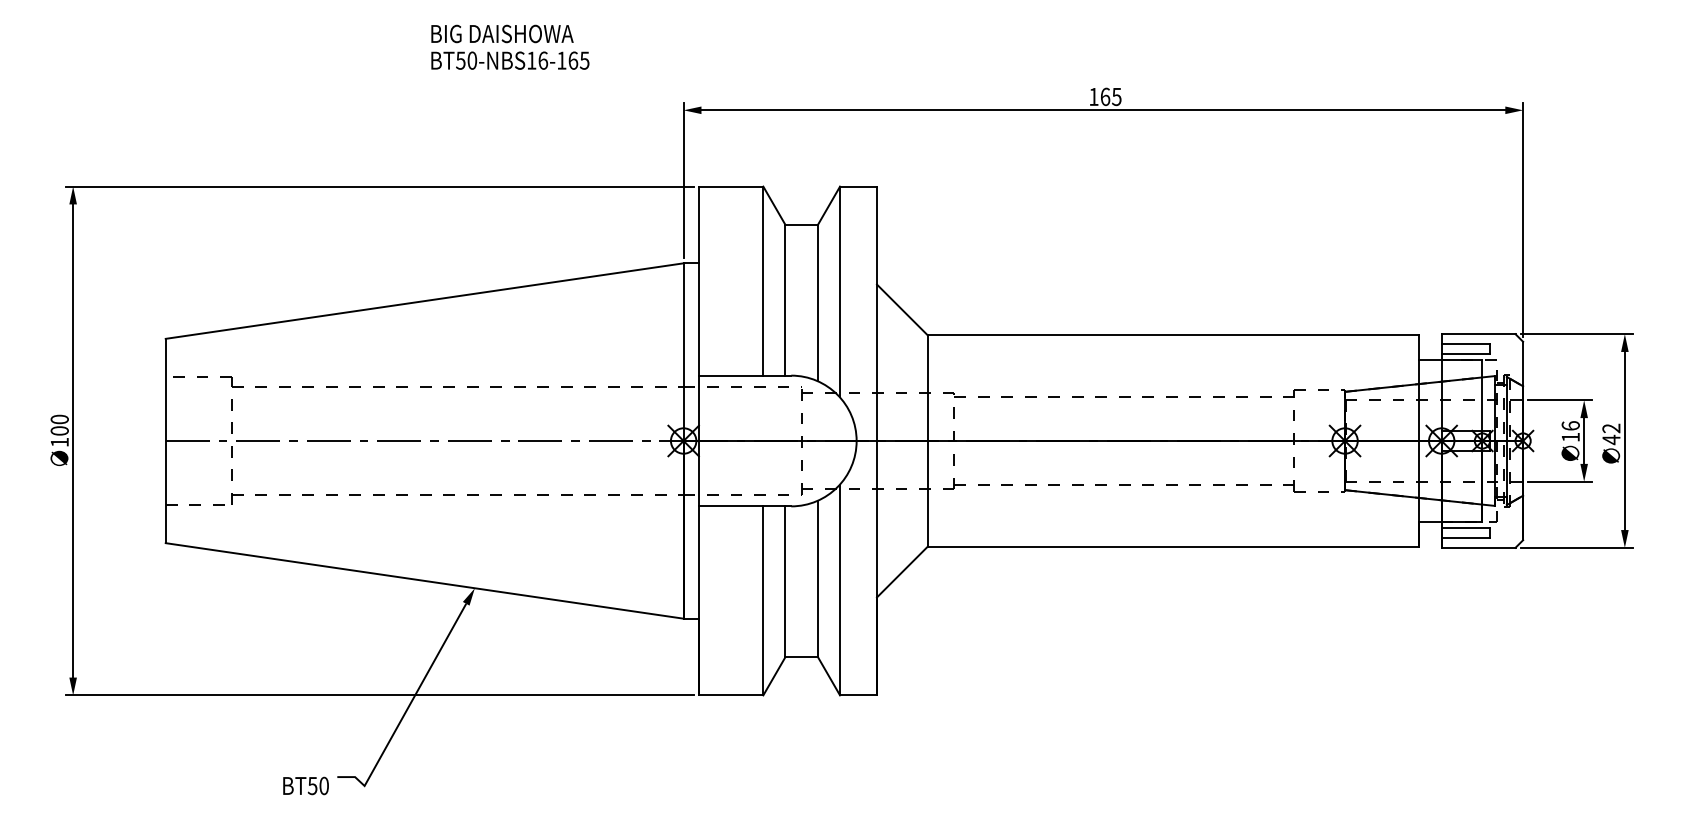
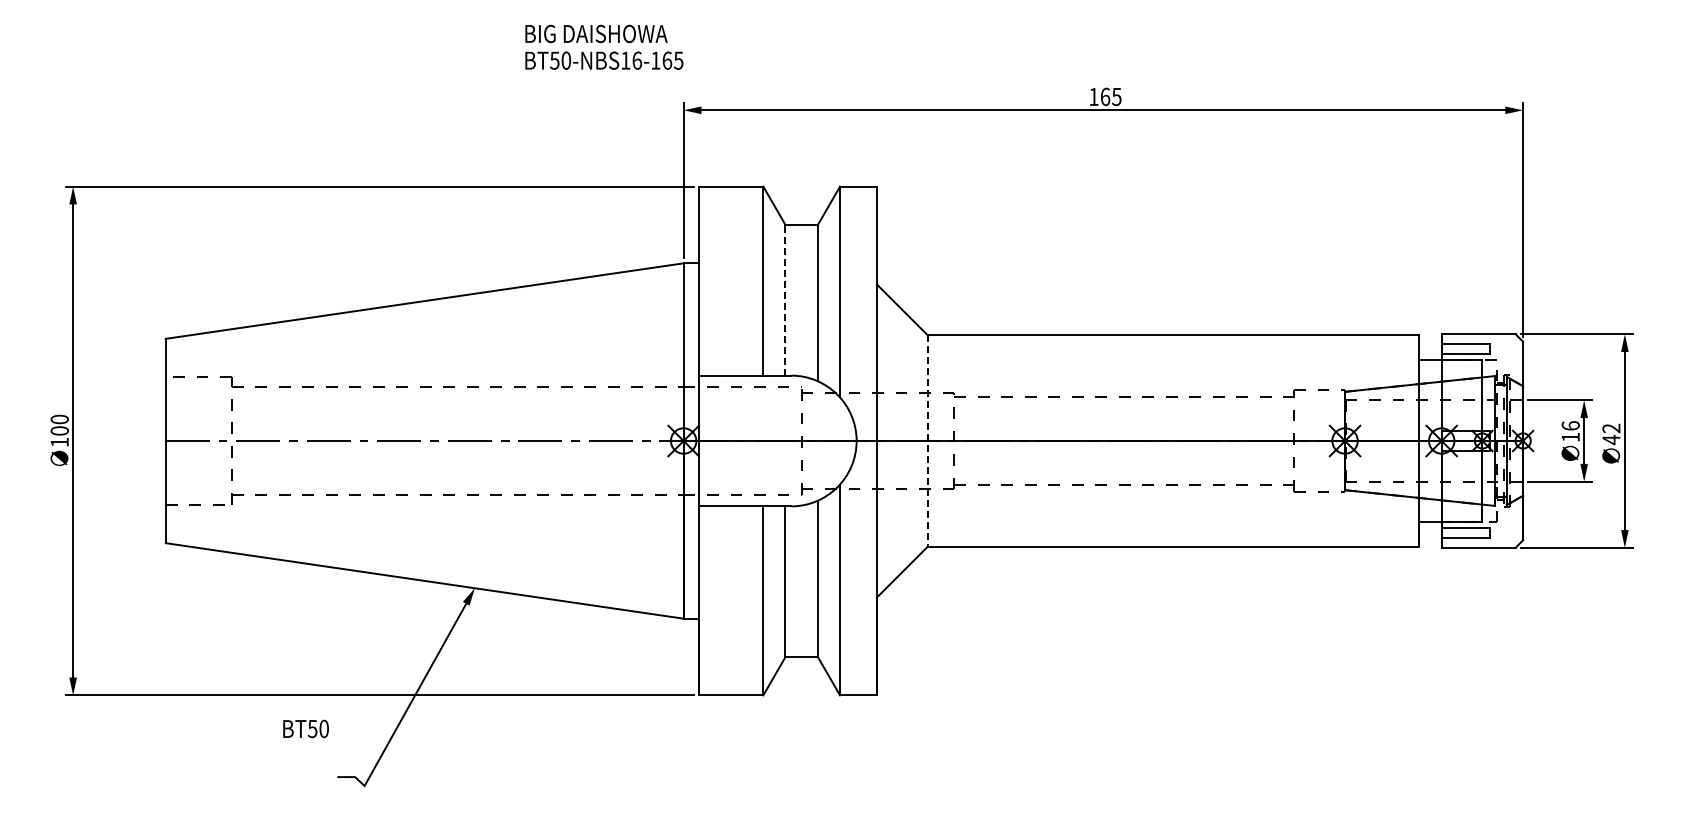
text at (510, 46) position: (510, 46) -> (604, 46)
line at (785, 299): solid -> dashed
line at (927, 441): solid -> dashed
text at (305, 785) position: (305, 785) -> (305, 728)
